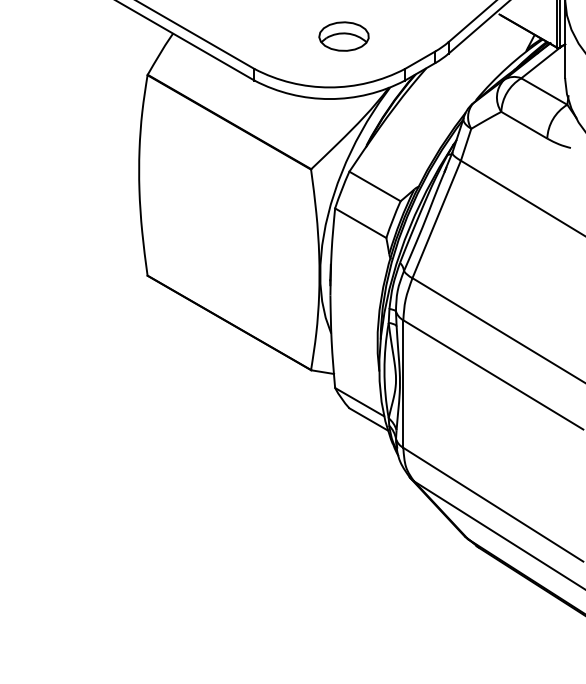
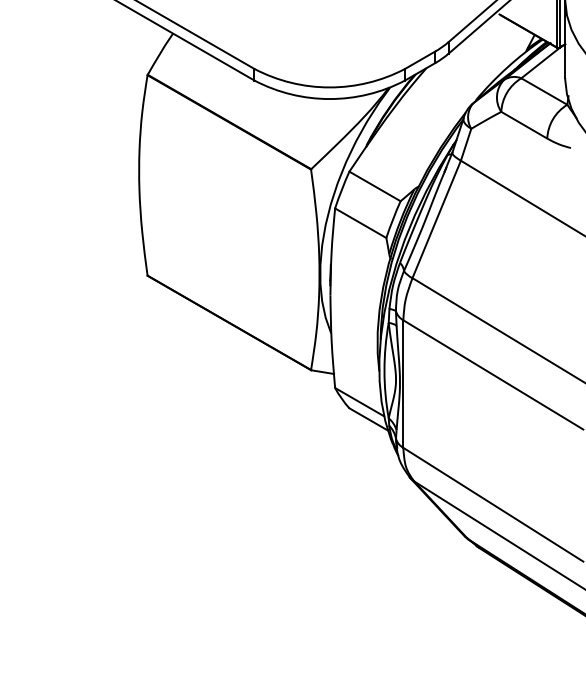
part at (343, 36): present -> none
